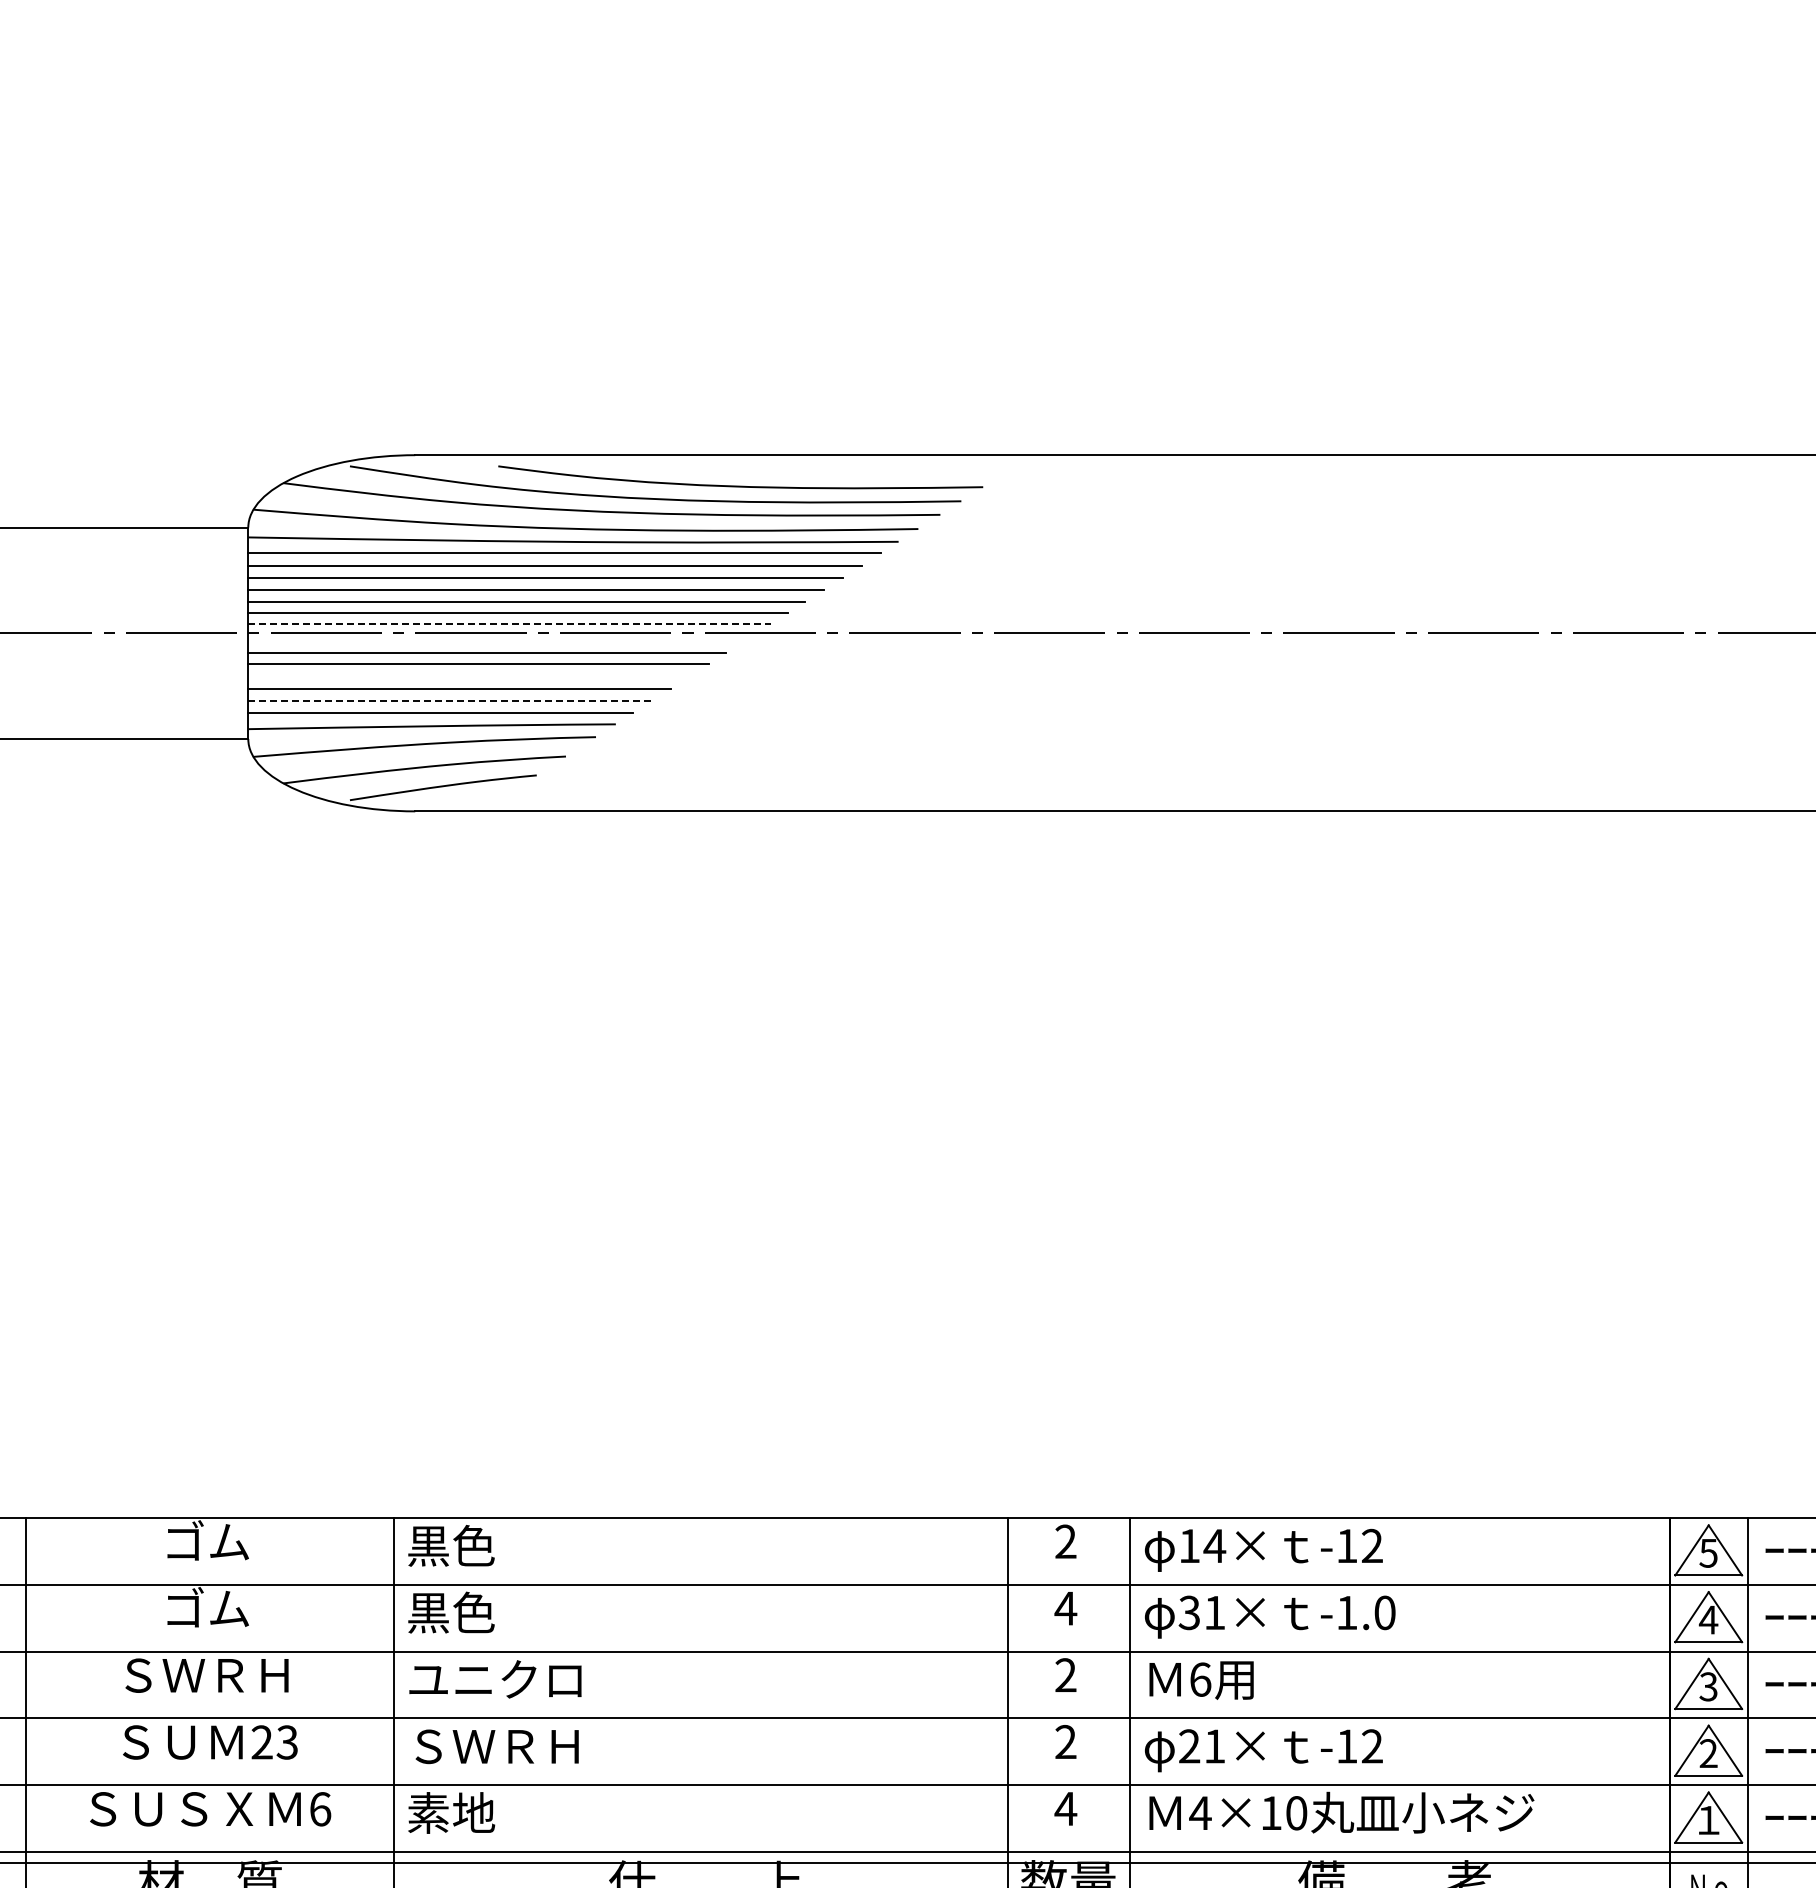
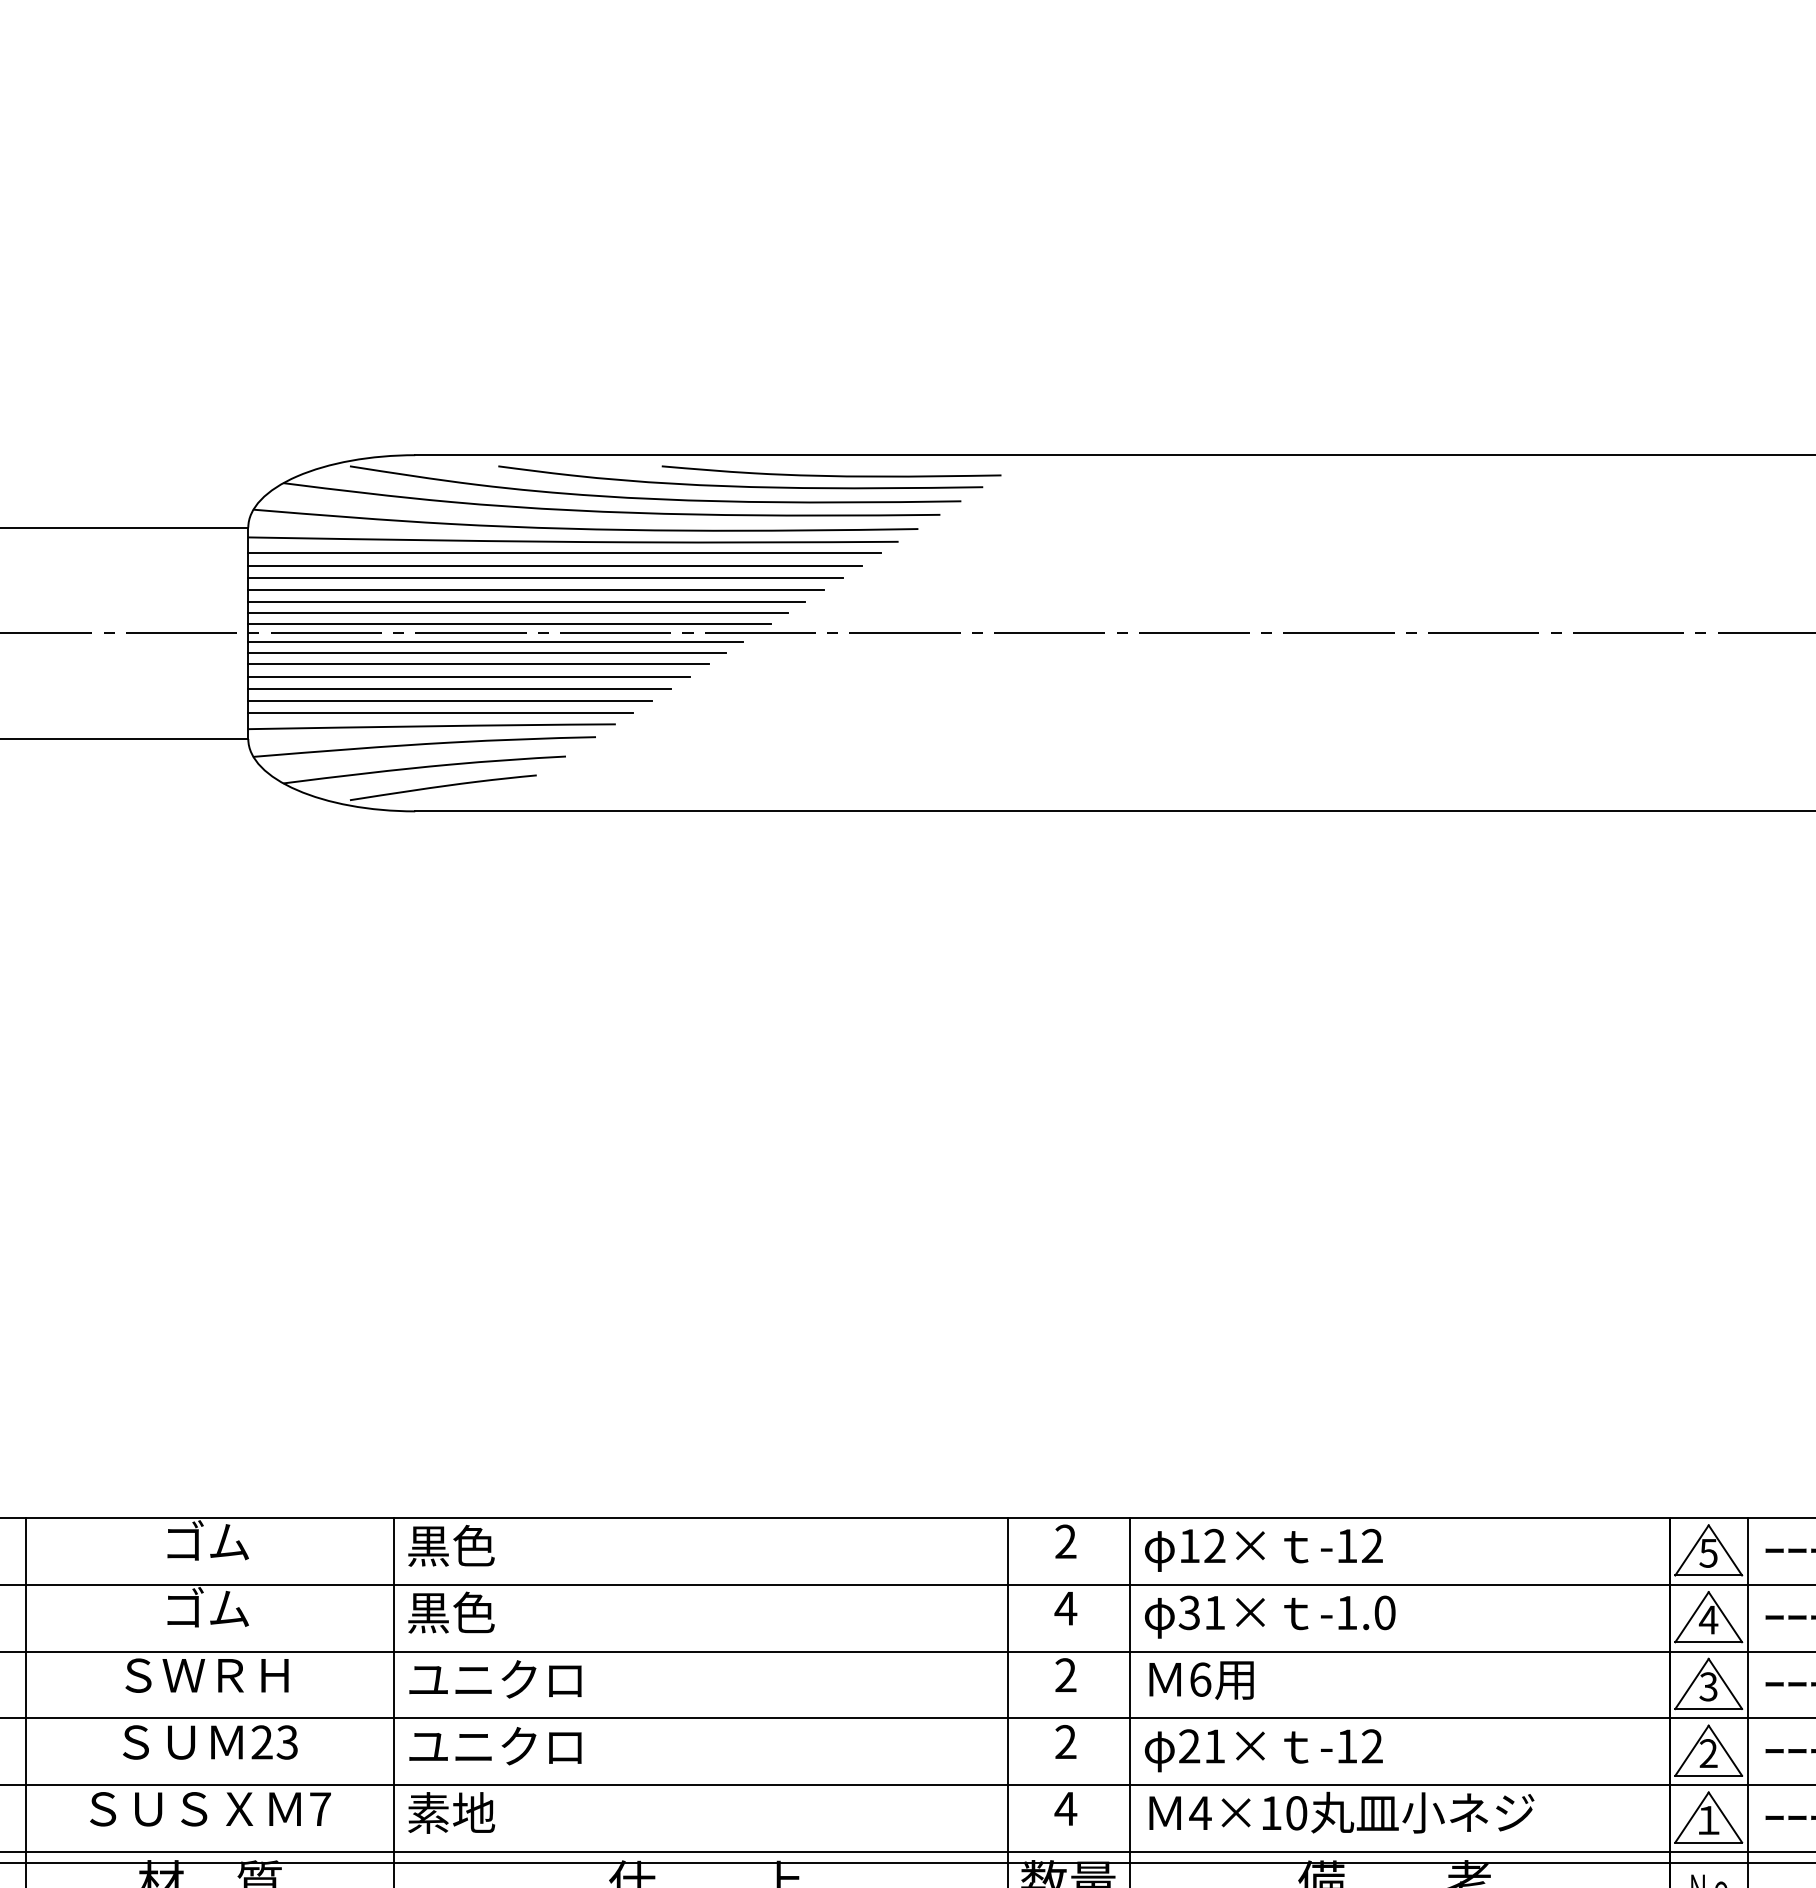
curve at (831, 475): none -> present
line at (510, 624): dashed -> solid
line at (495, 642): none -> present
line at (468, 676): none -> present
line at (450, 701): dashed -> solid
text at (1214, 1545): 14× -> 12×
text at (495, 1746): ＳＷＲＨ -> ユニクロ
text at (320, 1809): 6 -> 7
